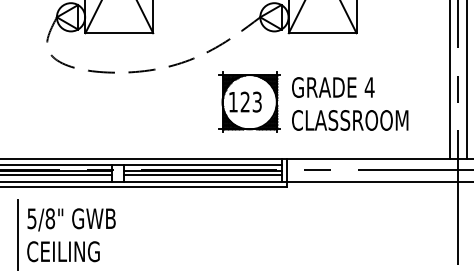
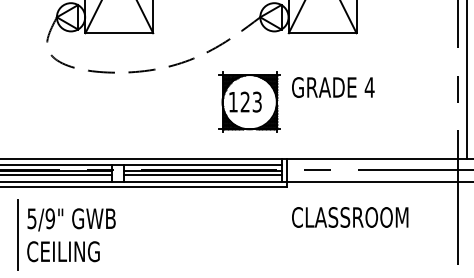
line at (449, 80): present -> none
text at (350, 120) position: (350, 120) -> (350, 217)
text at (50, 218): 5/8" -> 5/9"
